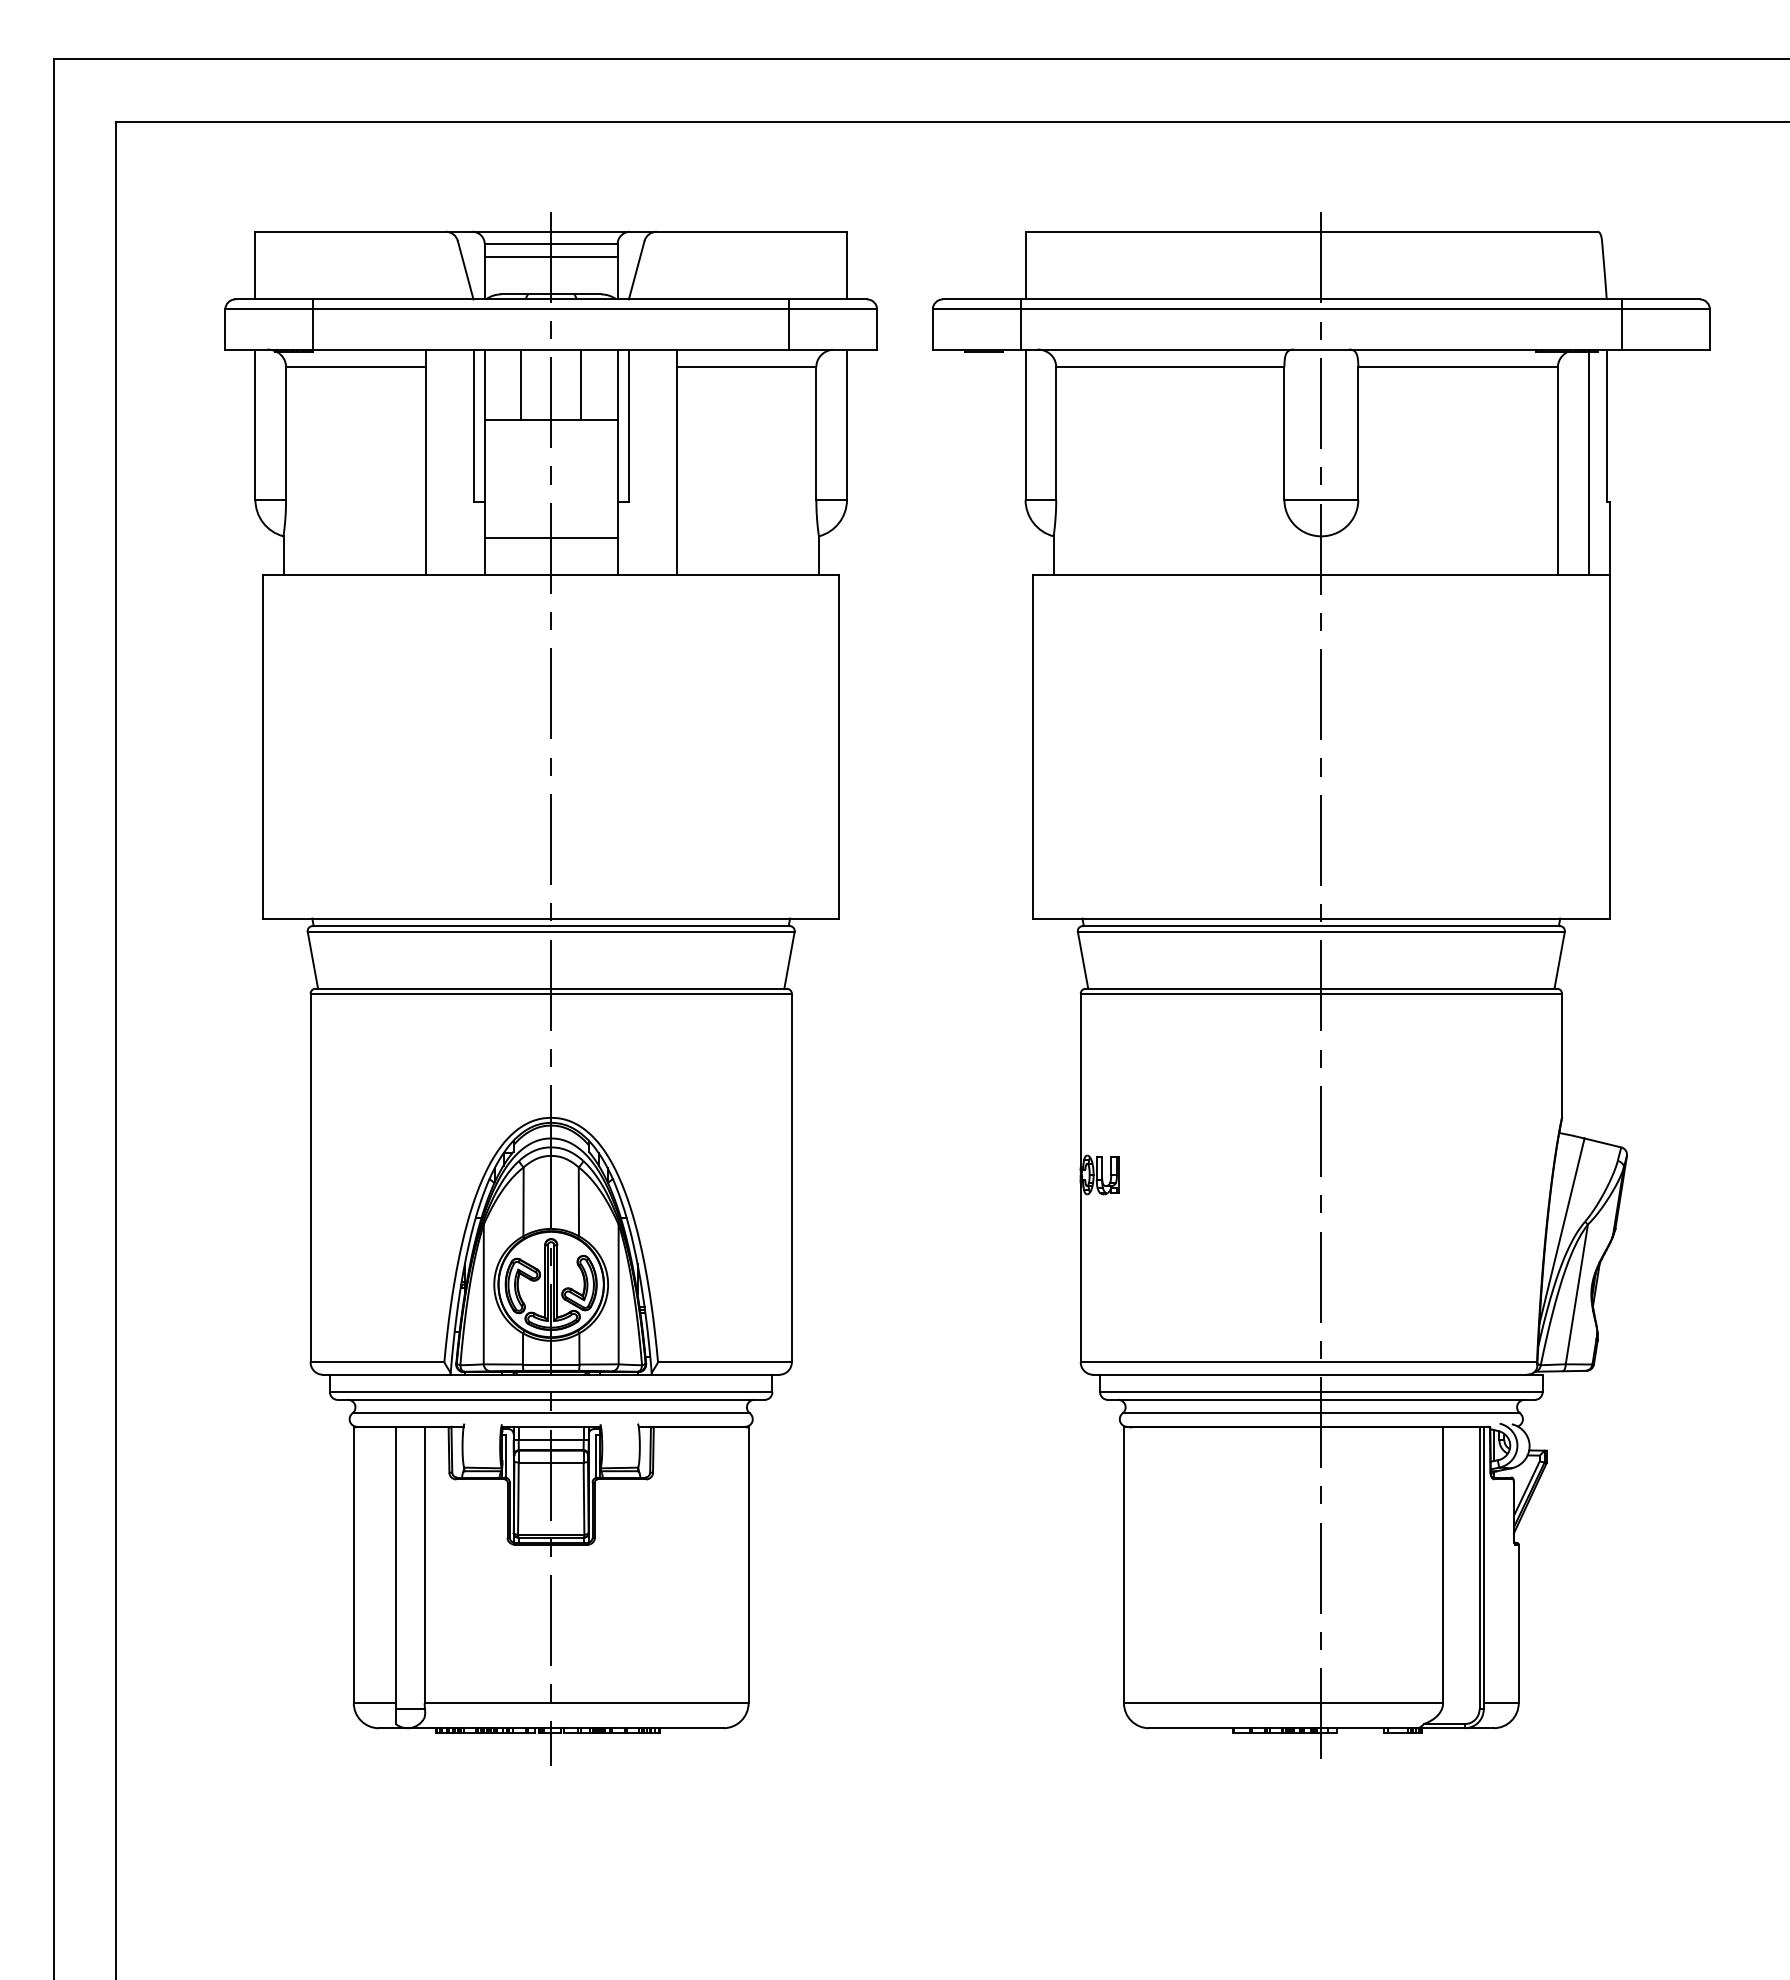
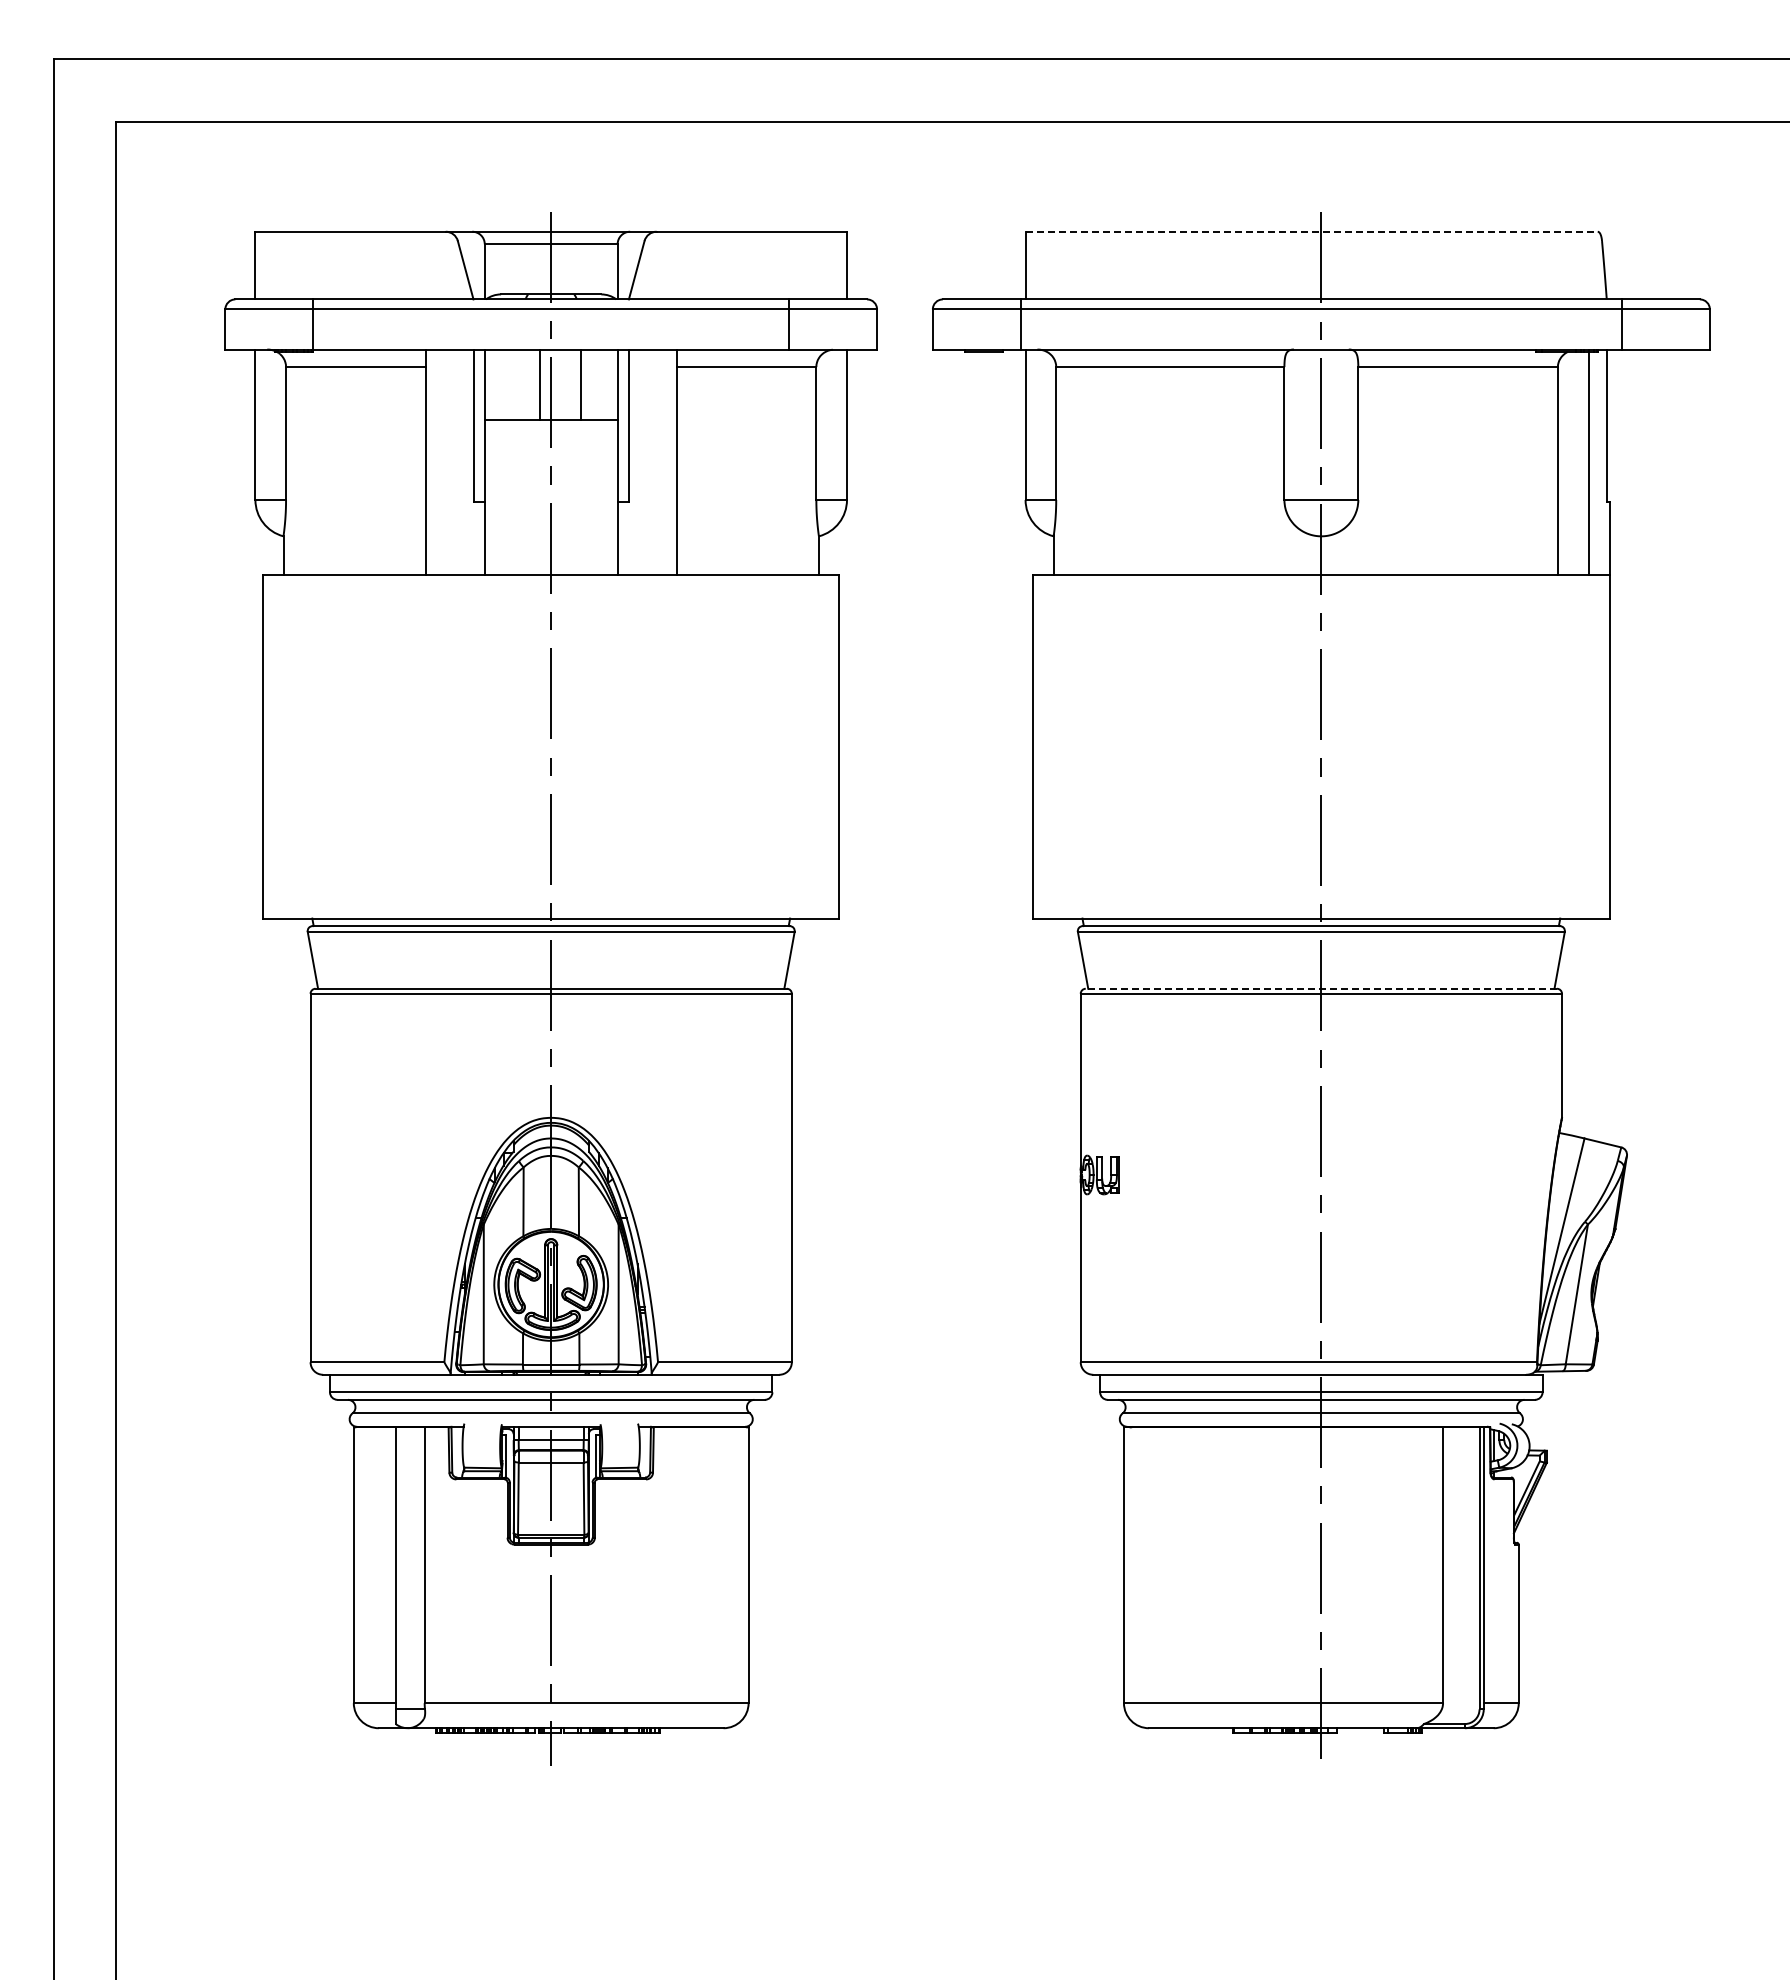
line at (1312, 231): solid -> dashed
line at (550, 256): present -> none
line at (521, 384) position: (521, 384) -> (540, 384)
line at (550, 537): present -> none
line at (1321, 988): solid -> dashed
